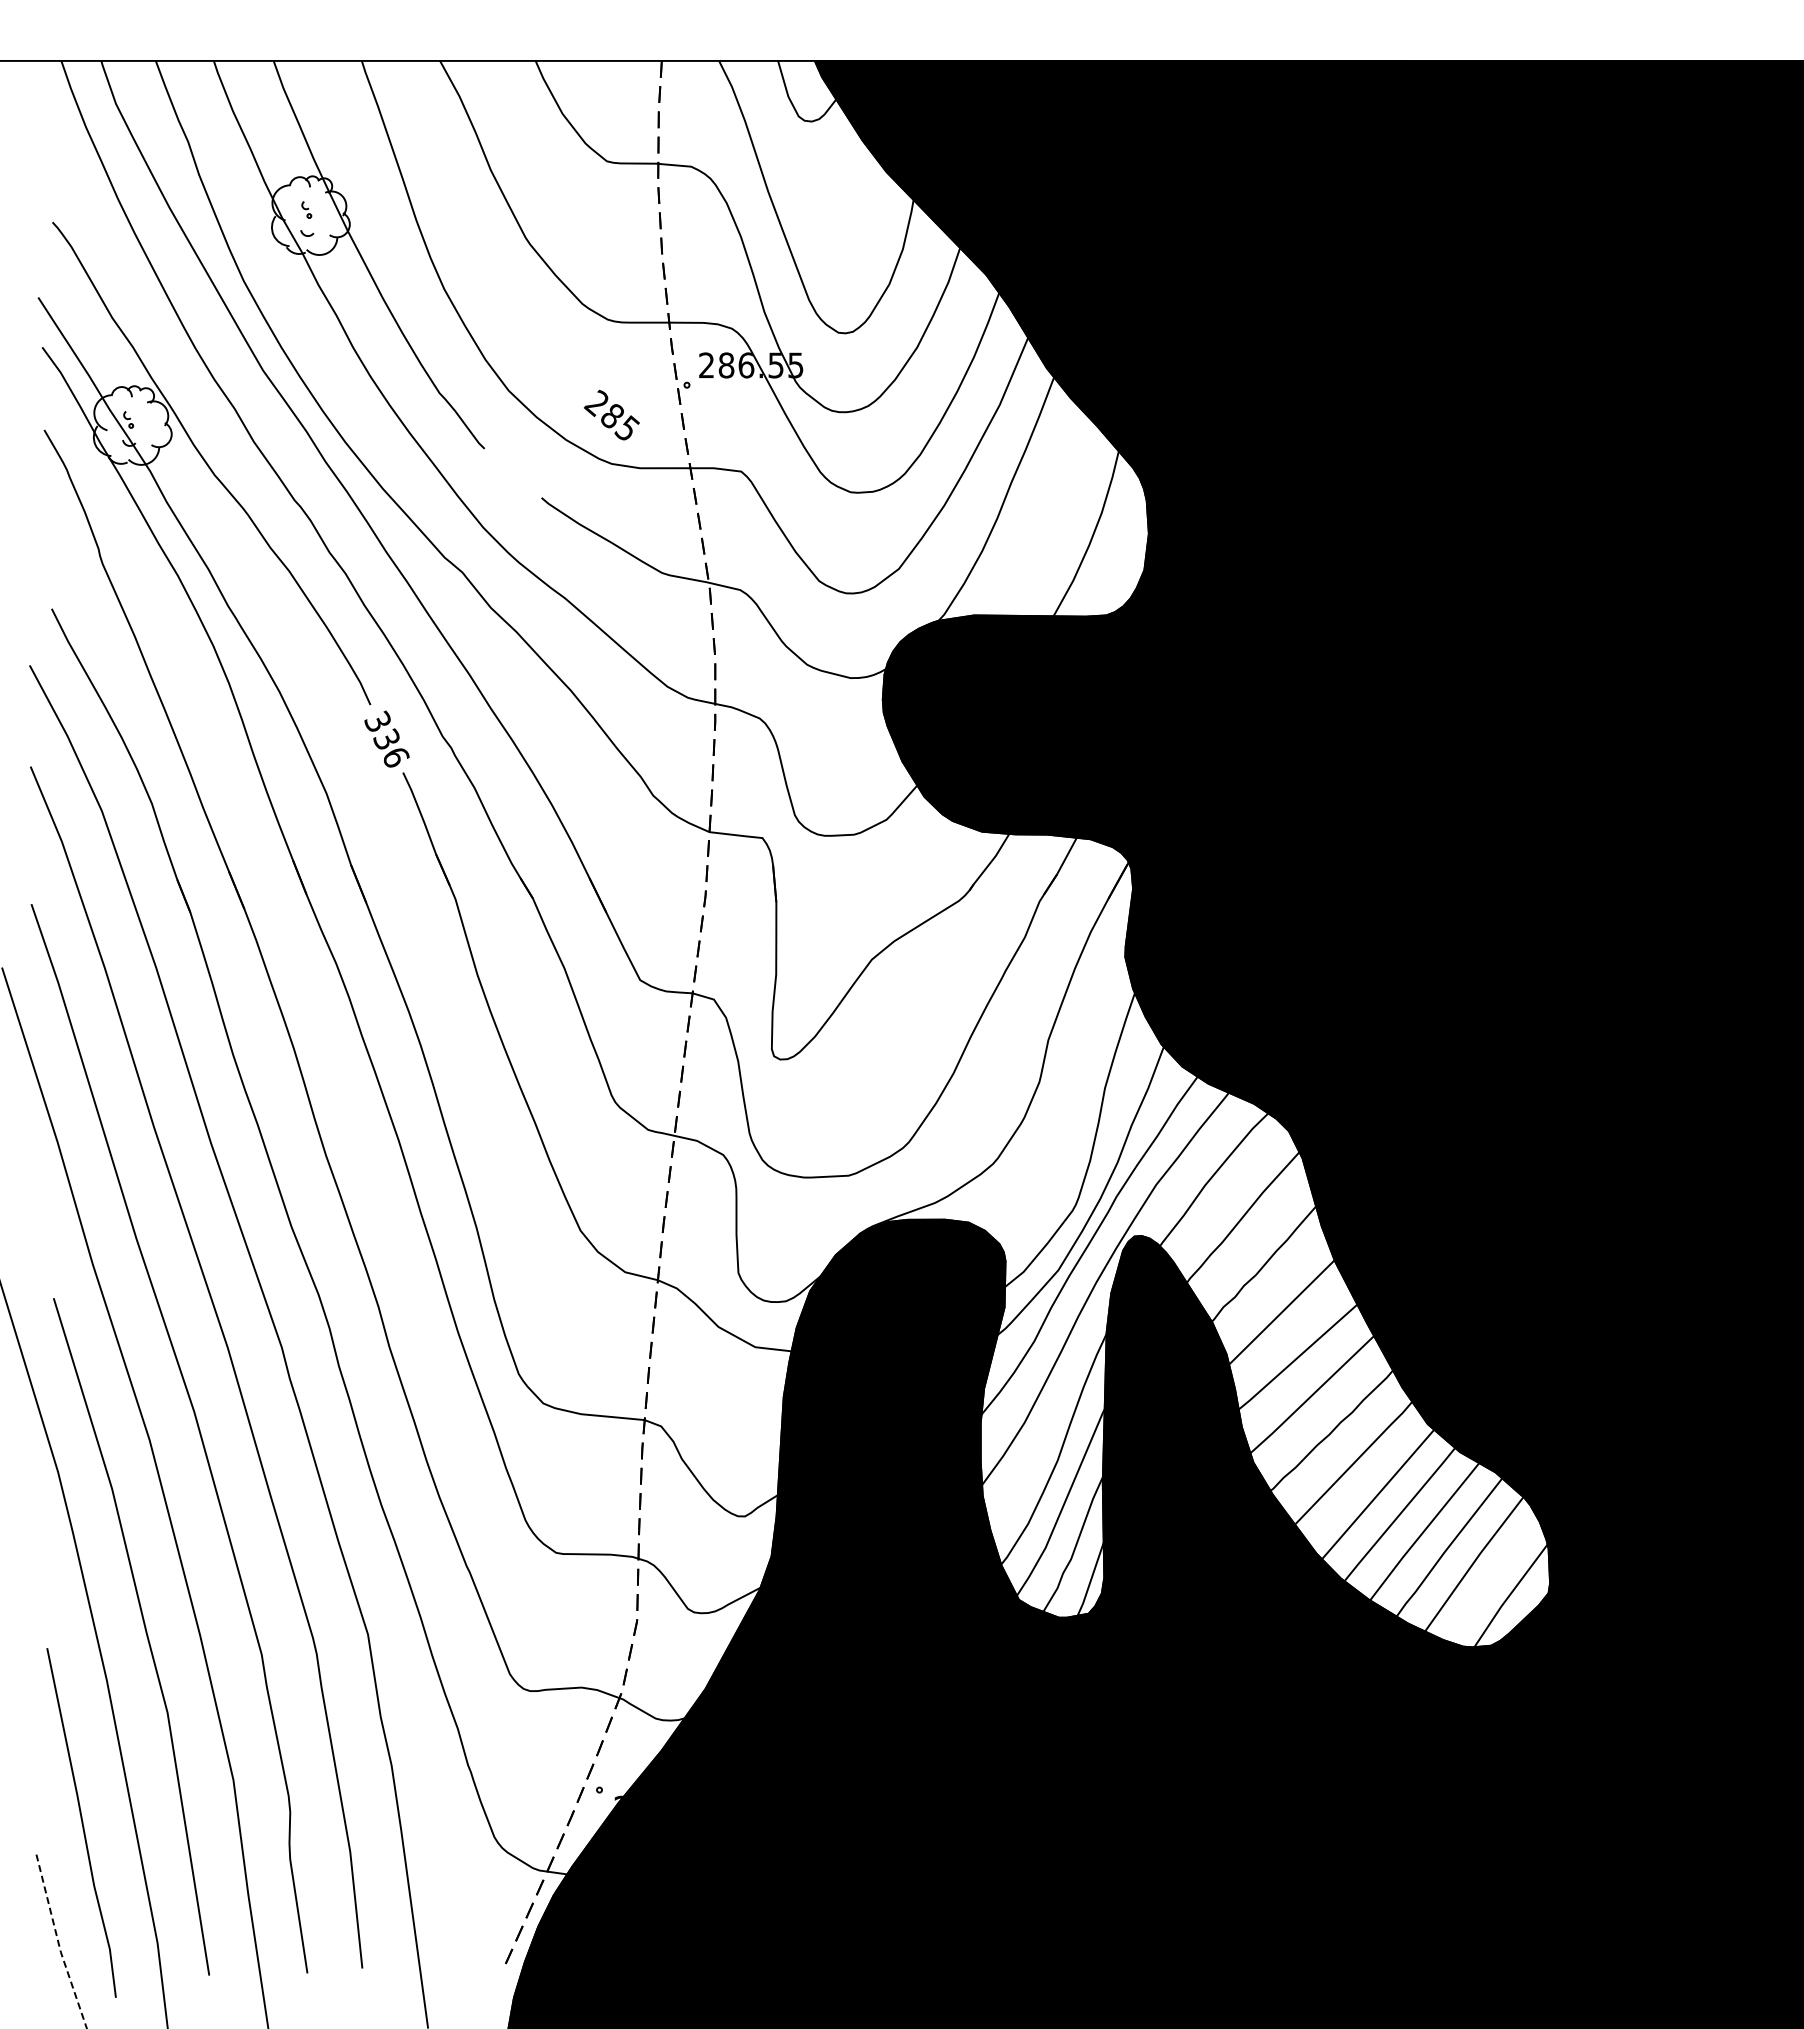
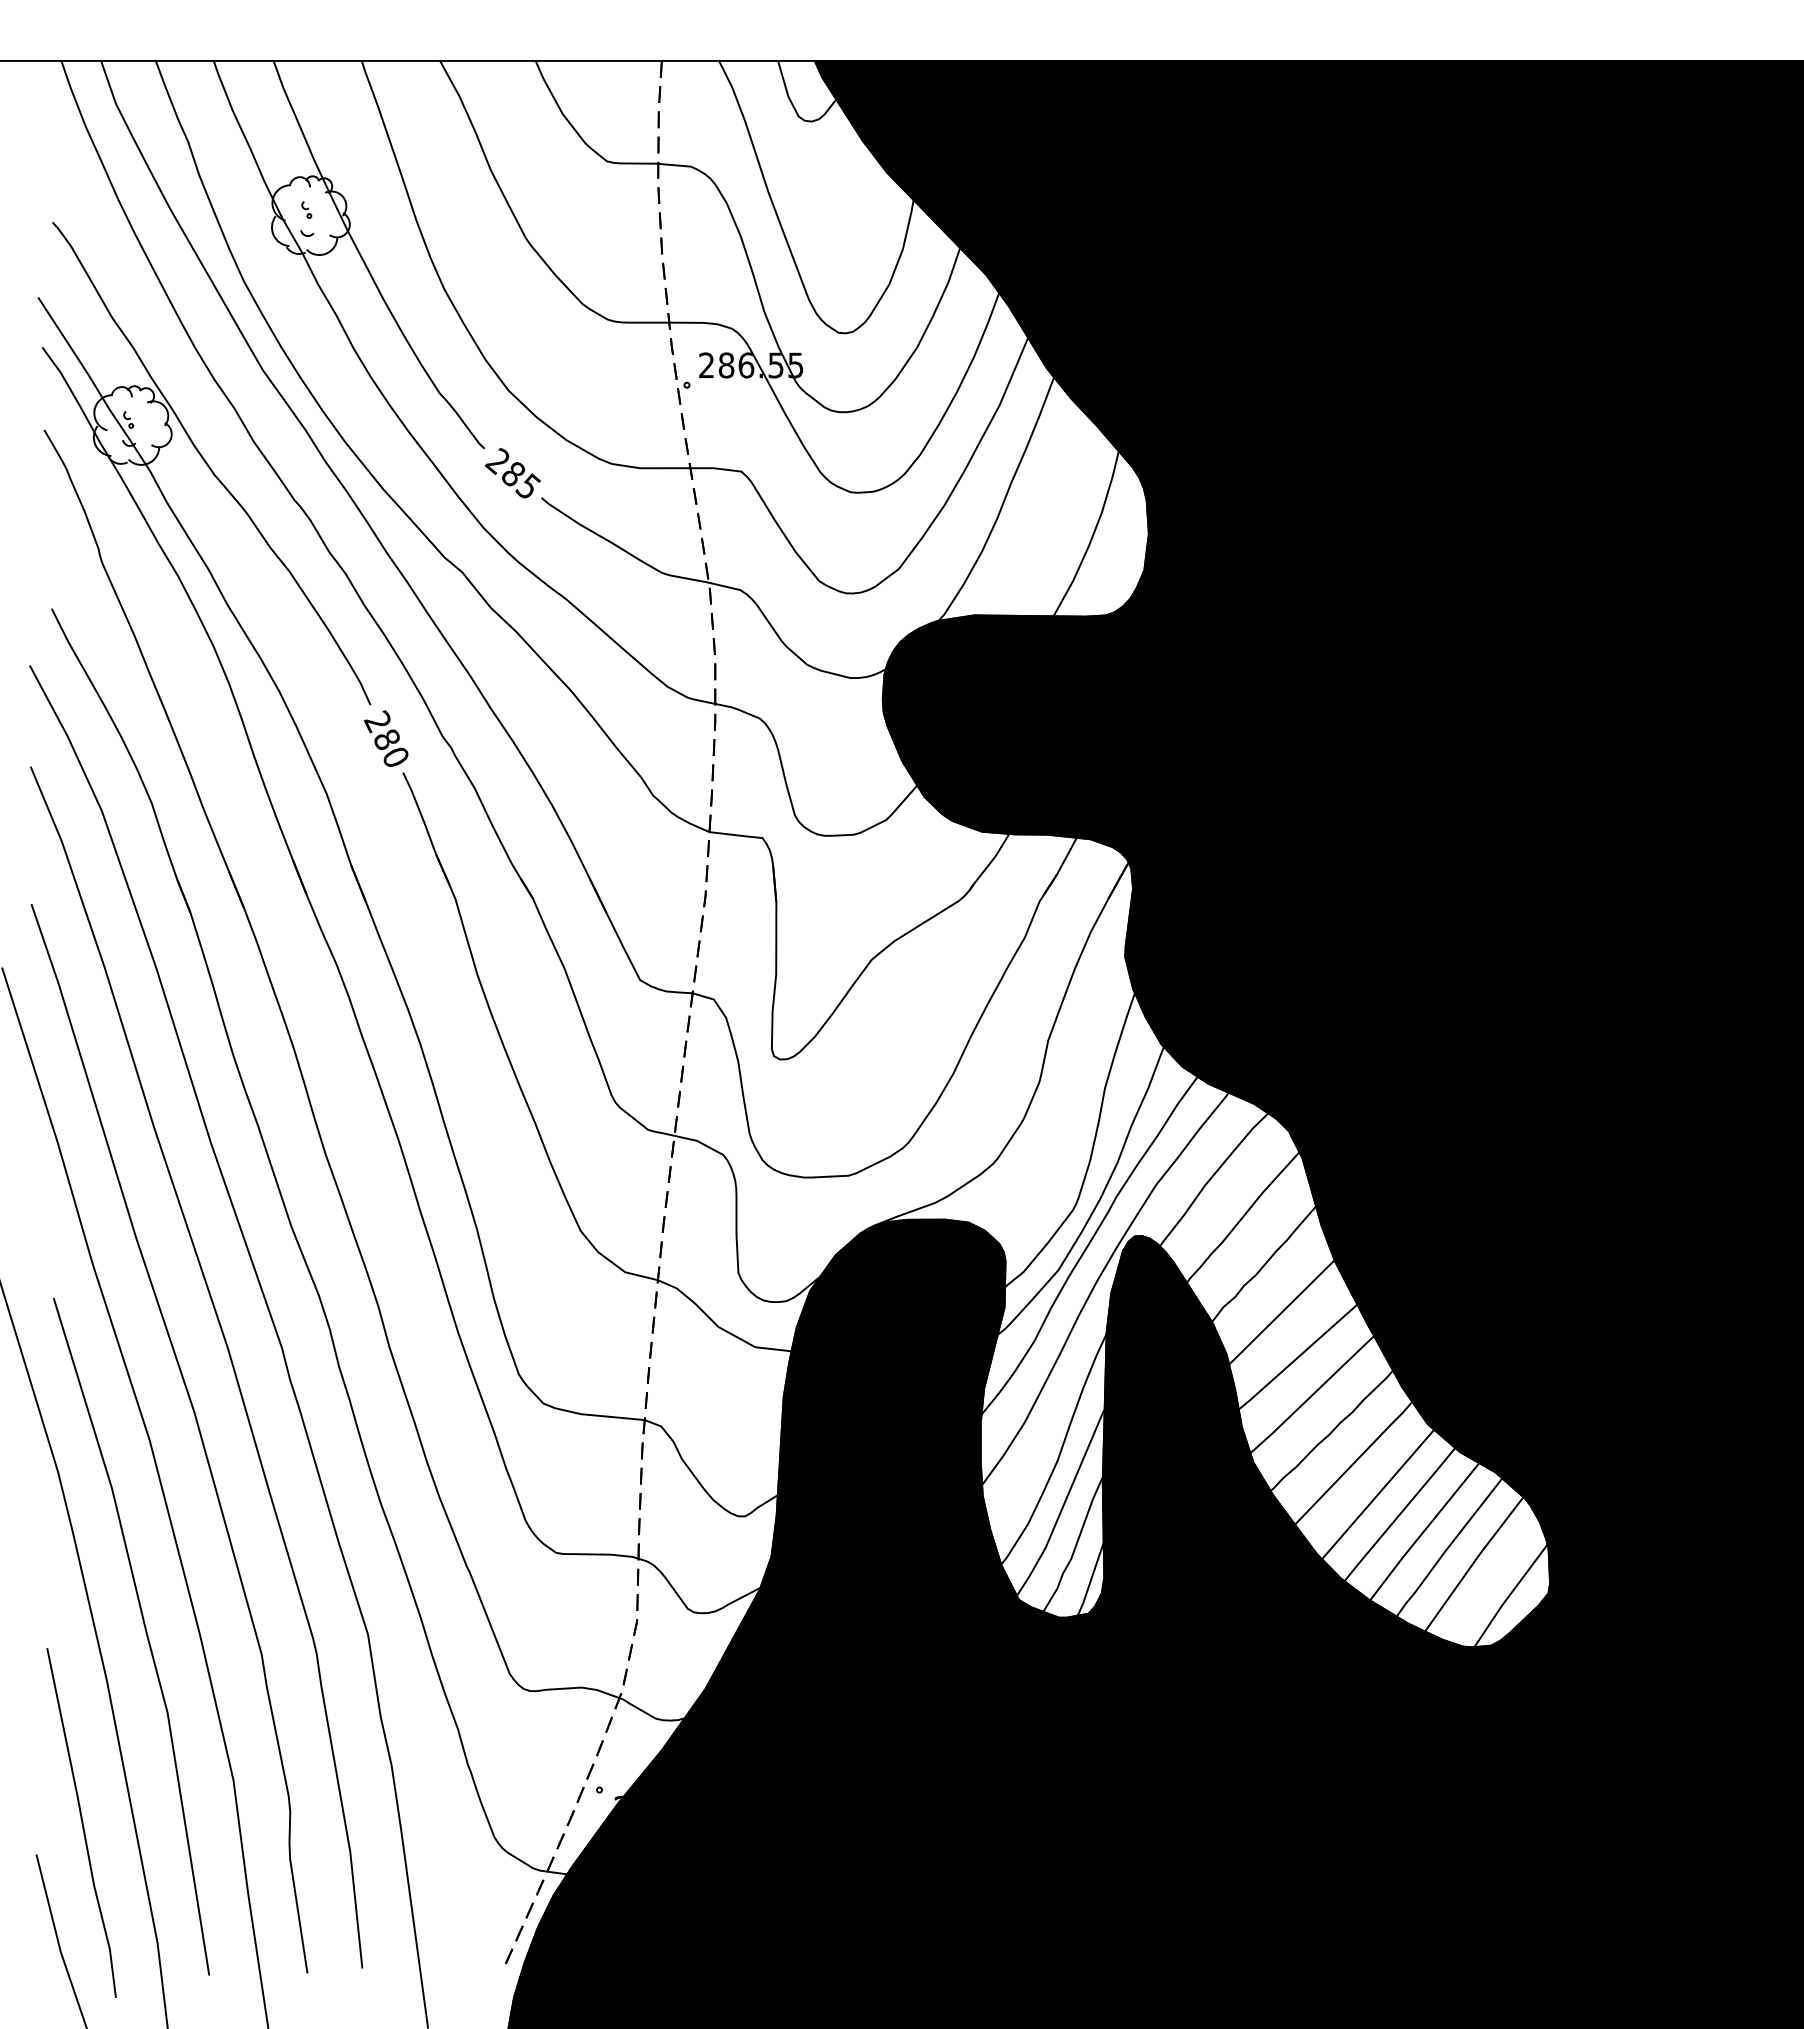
text at (611, 414) position: (611, 414) -> (512, 472)
text at (386, 738): 336 -> 280
line at (58, 1942): dashed -> solid
